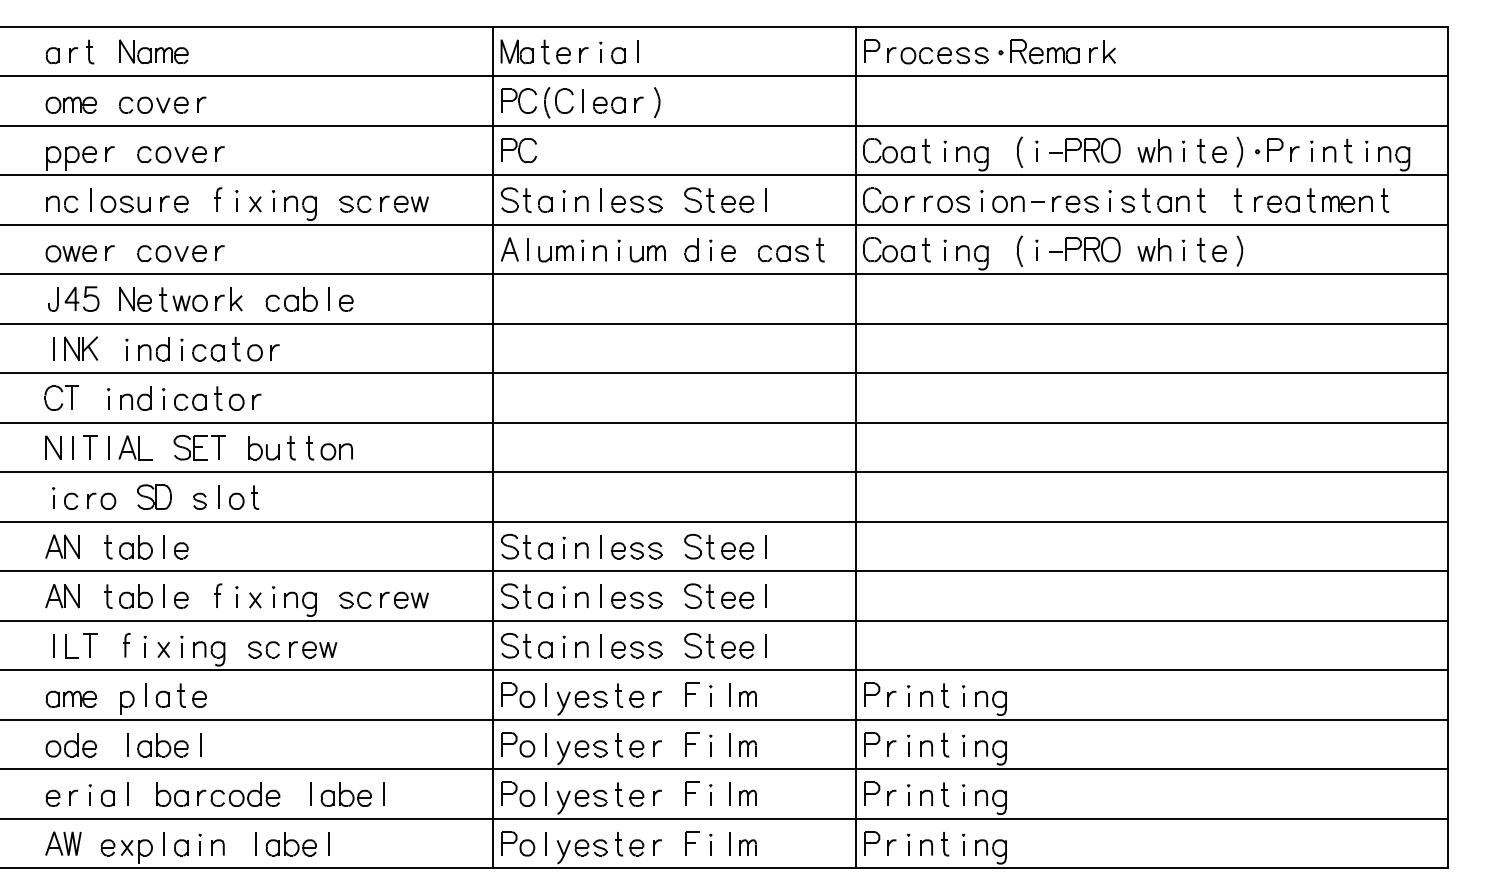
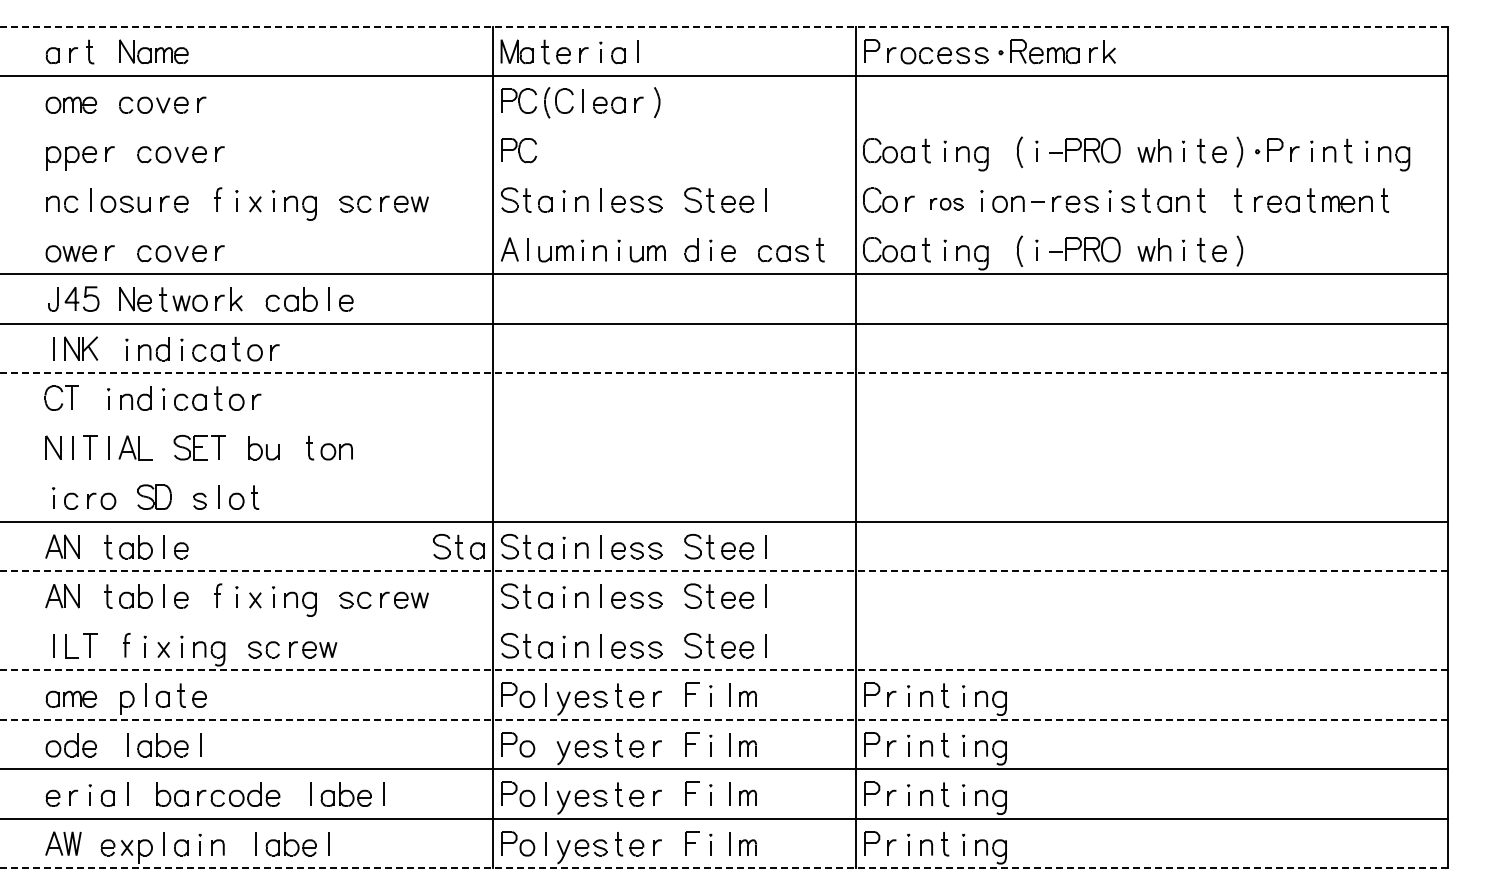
line at (724, 26): solid -> dashed
line at (725, 125): present -> none
line at (725, 175): present -> none
part at (946, 203) size: 46x18 px -> 34x13 px
line at (725, 224): present -> none
line at (724, 373): solid -> dashed
line at (725, 422): present -> none
part at (291, 447): present -> none
line at (725, 472): present -> none
part at (458, 546): none -> present
line at (724, 571): solid -> dashed
line at (725, 620): present -> none
line at (724, 670): solid -> dashed
line at (724, 719): solid -> dashed
line at (545, 744): present -> none
line at (724, 868): solid -> dashed
